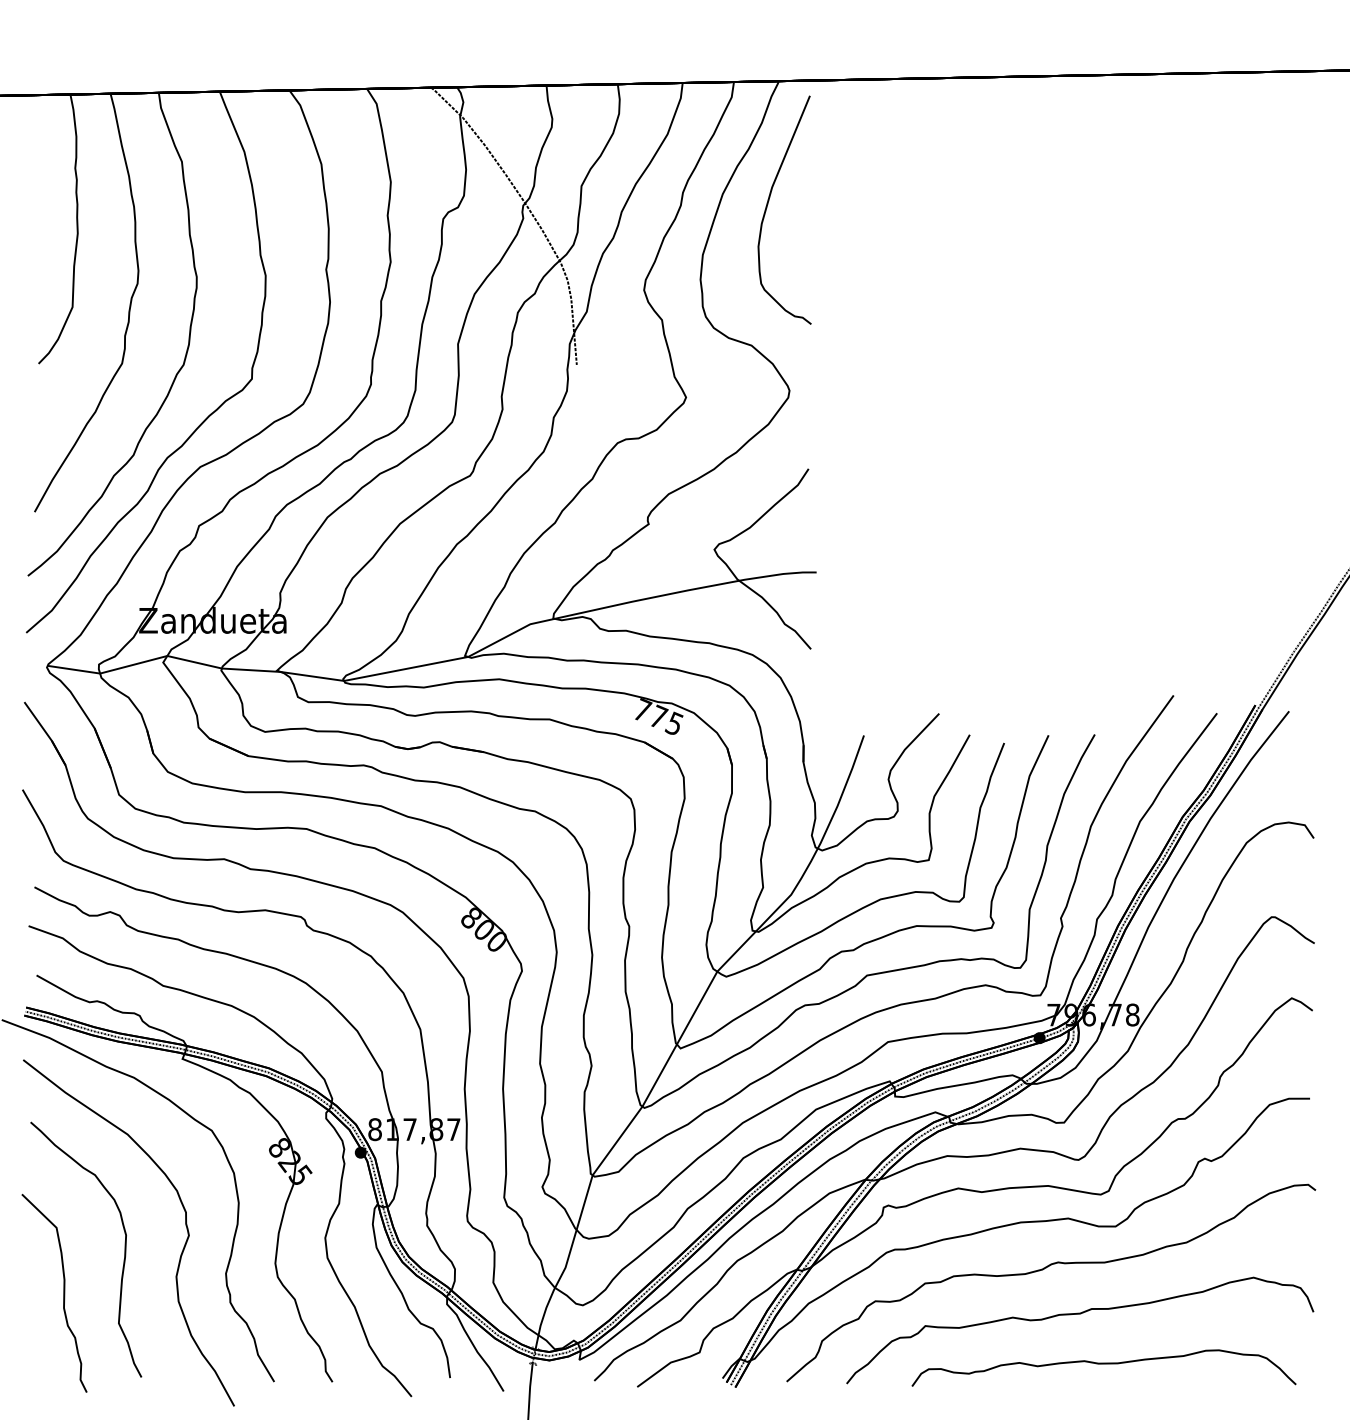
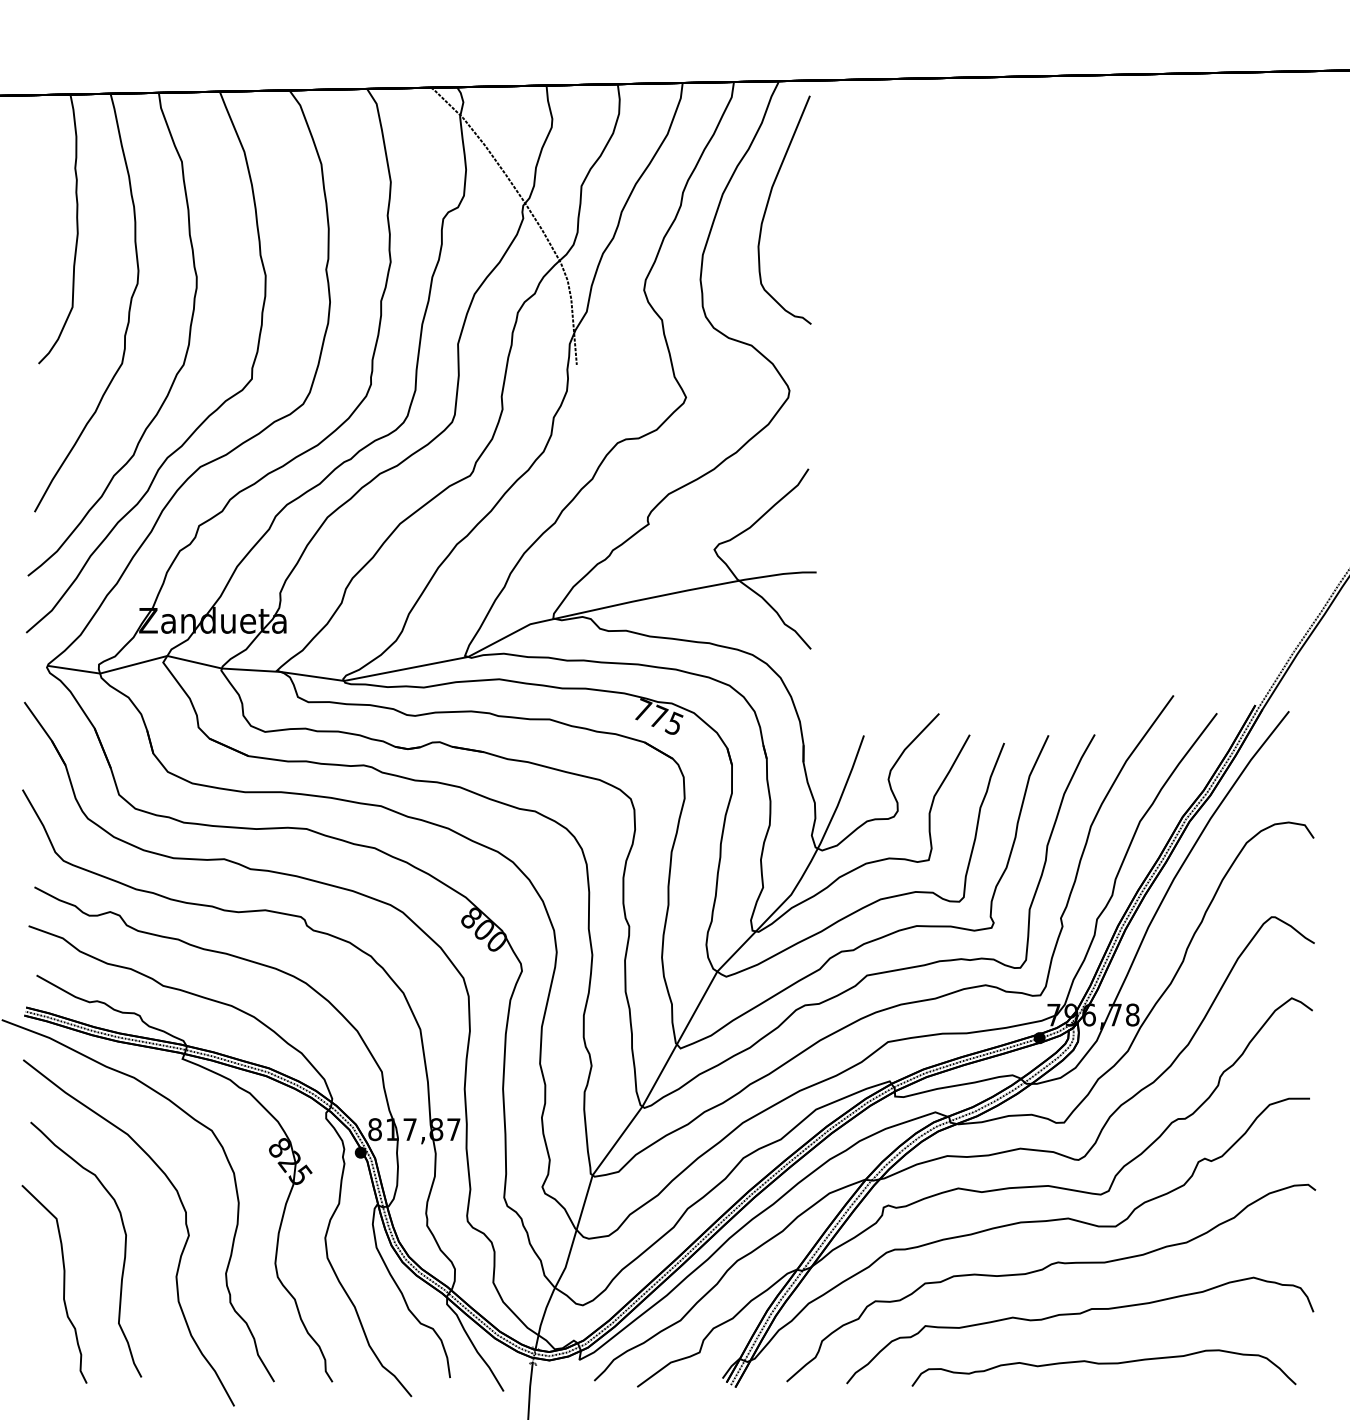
part at (63, 1293) position: (63, 1293) -> (63, 1284)
